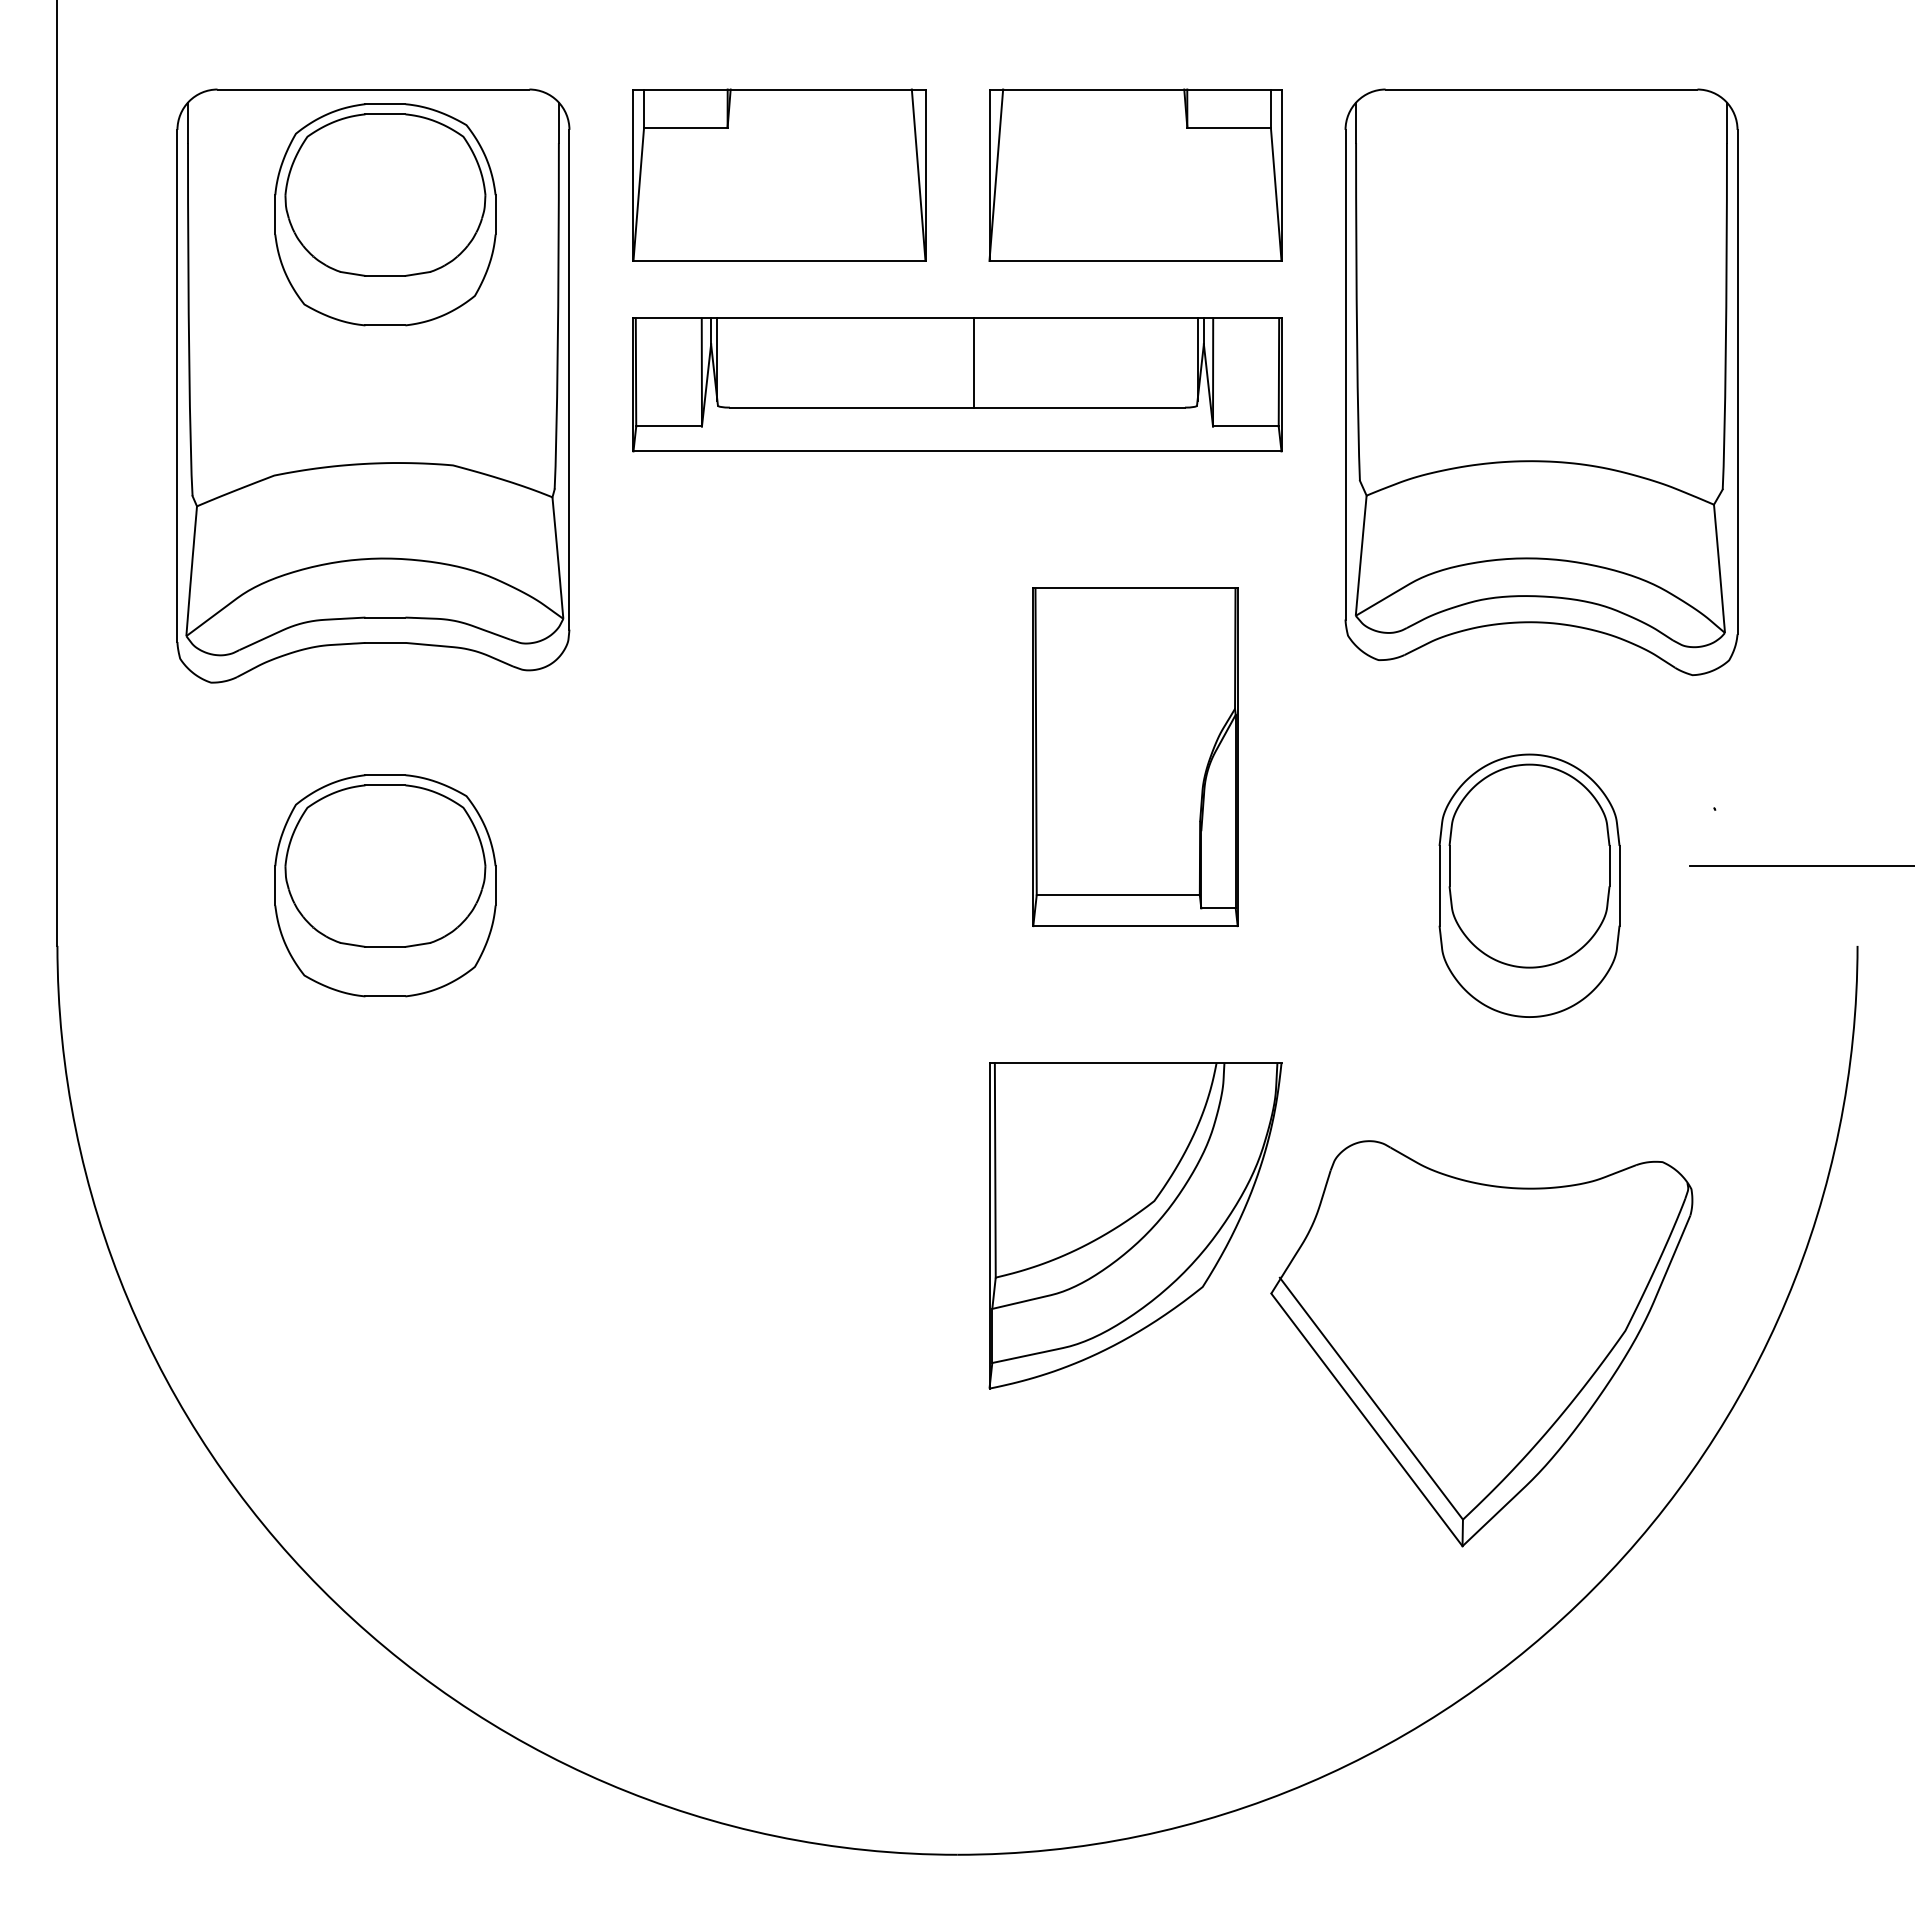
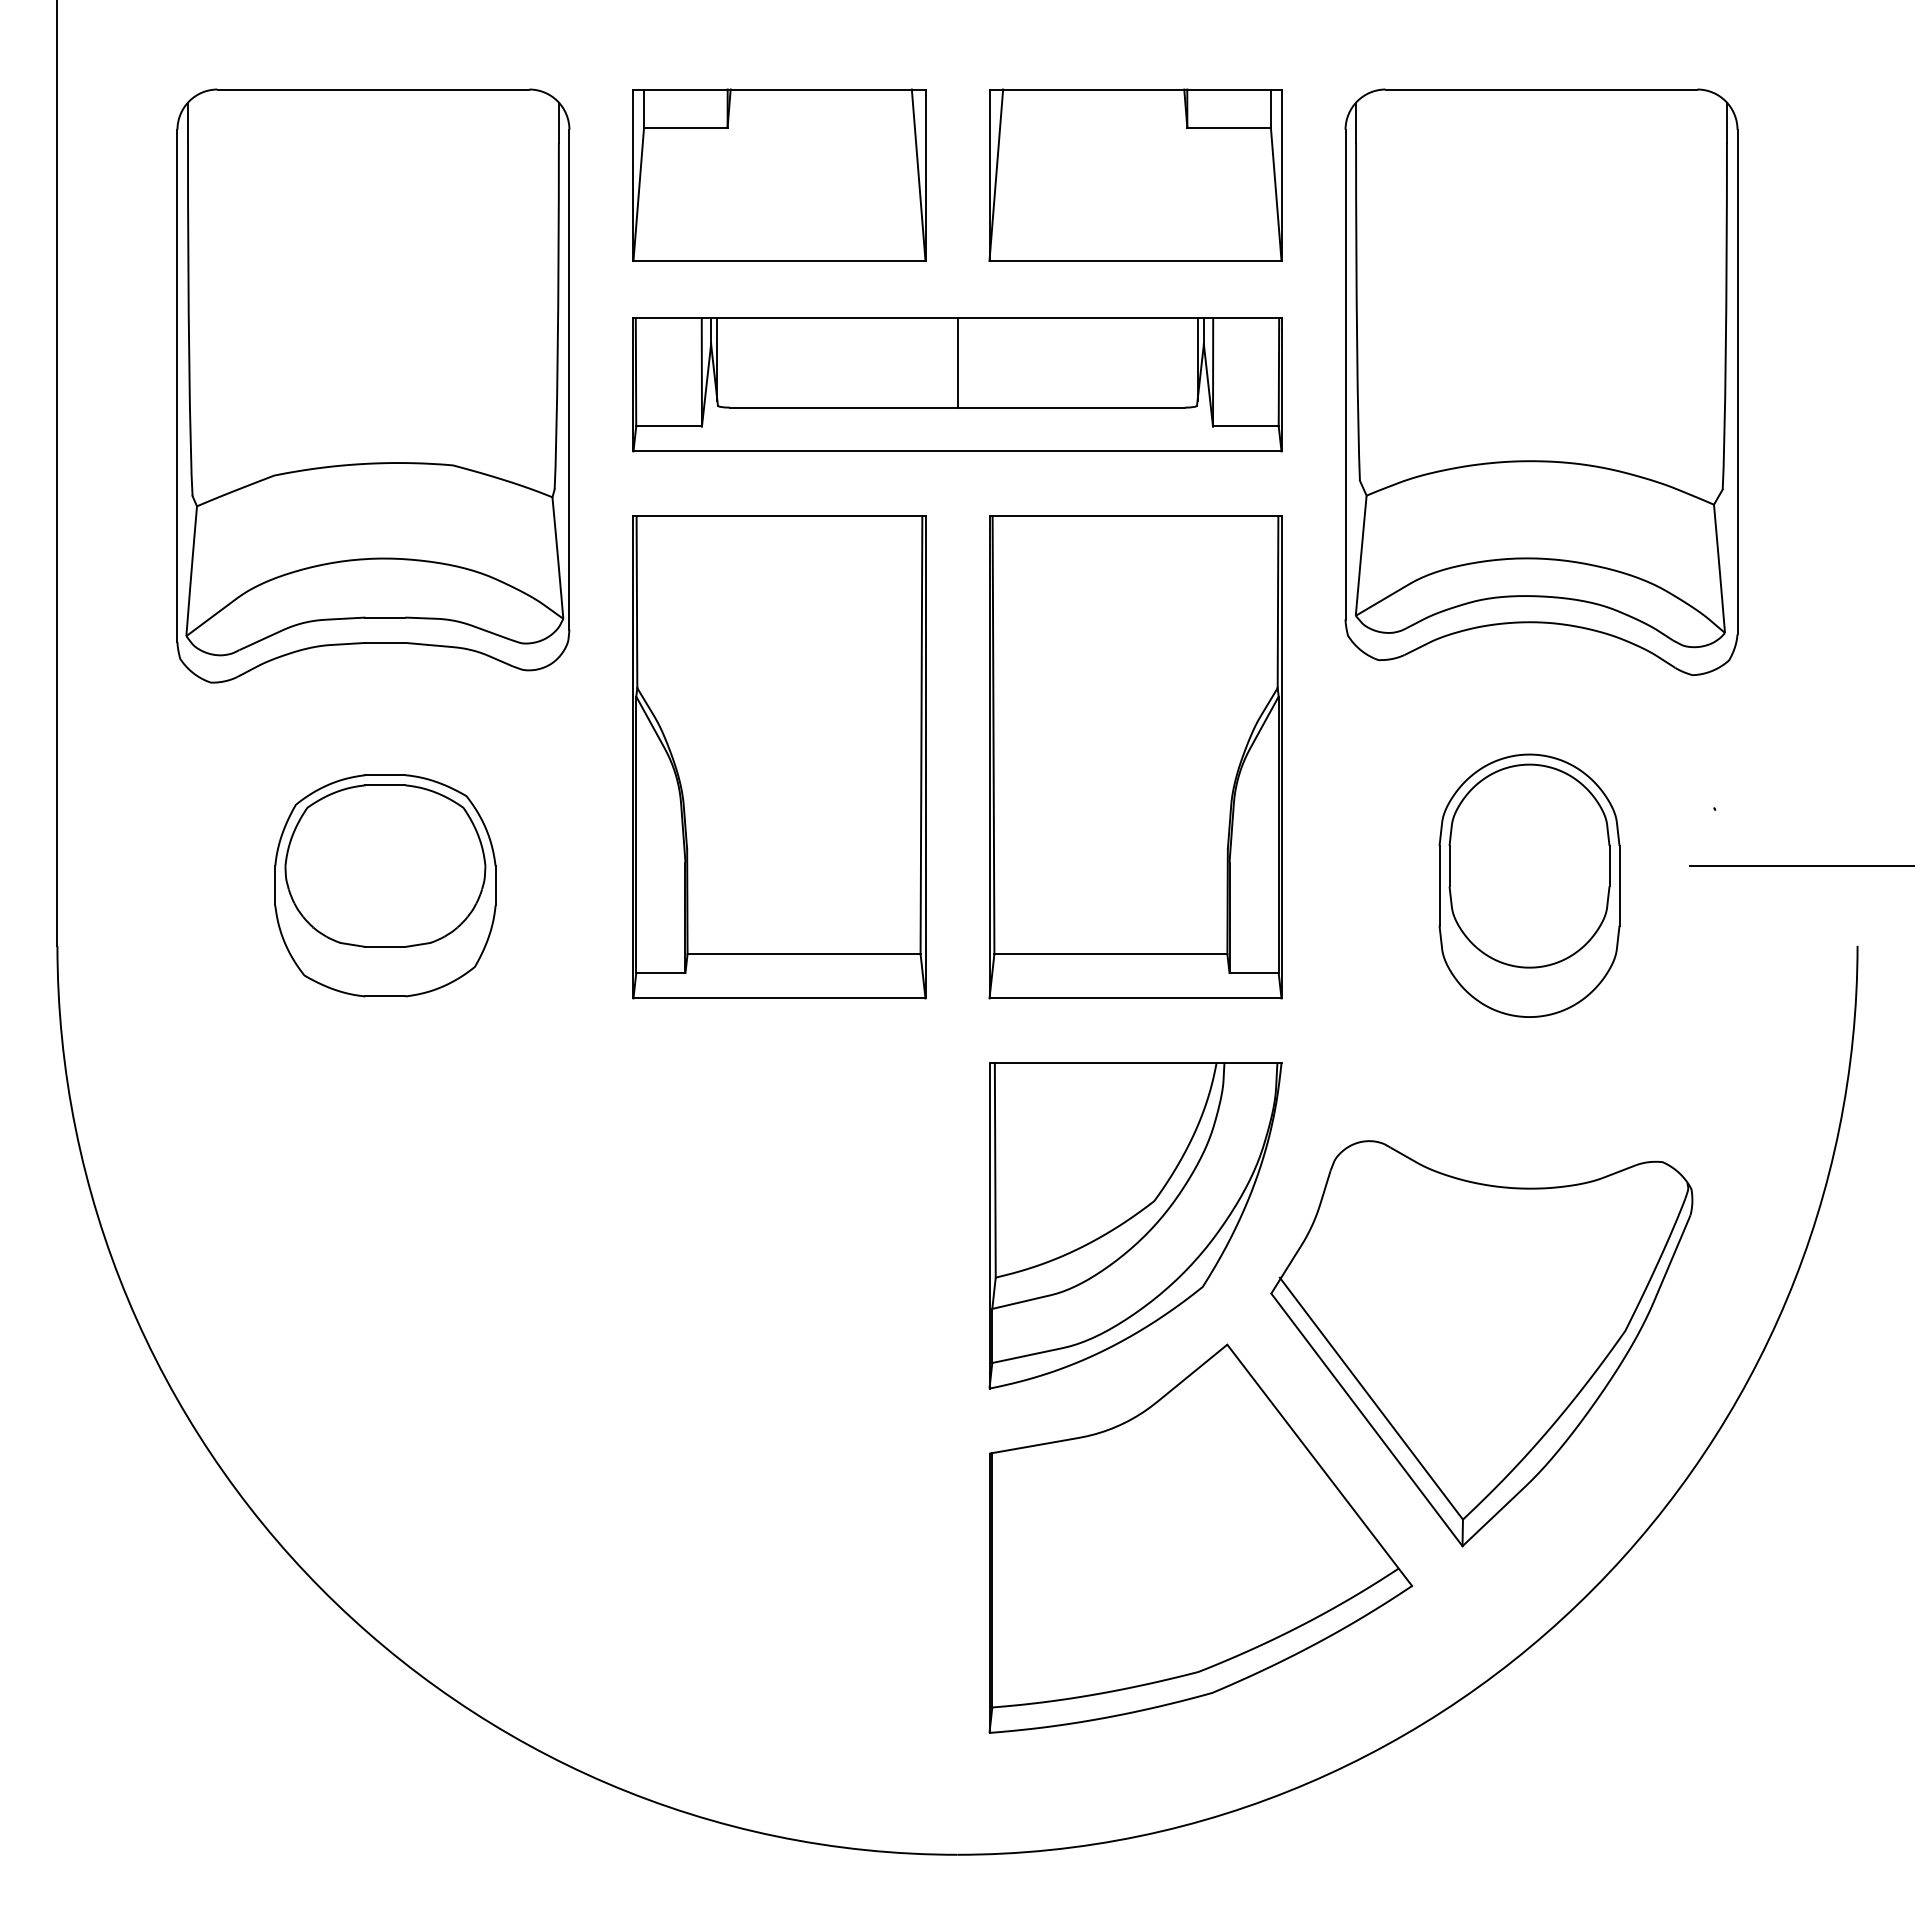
part at (385, 214): present -> none
line at (973, 362) position: (973, 362) -> (957, 362)
part at (779, 757): none -> present
part at (1135, 757) size: 207x341 px -> 295x485 px
part at (1200, 1538): none -> present
